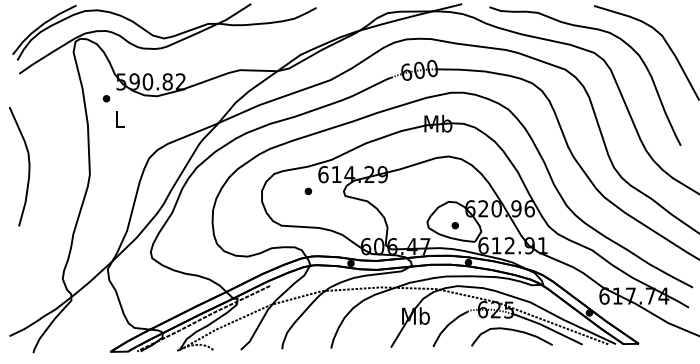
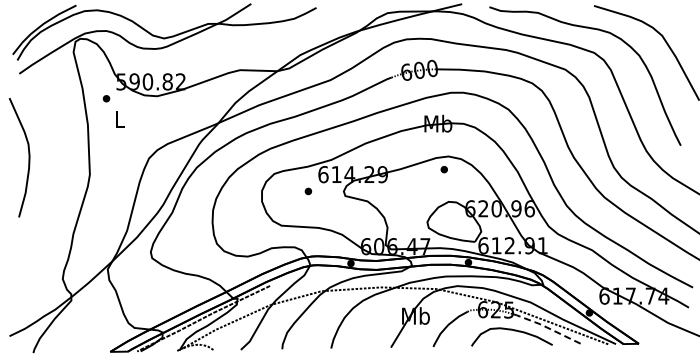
curve at (28, 166) position: (28, 166) -> (28, 157)
part at (454, 225) position: (454, 225) -> (443, 169)
line at (548, 328): solid -> dashed
